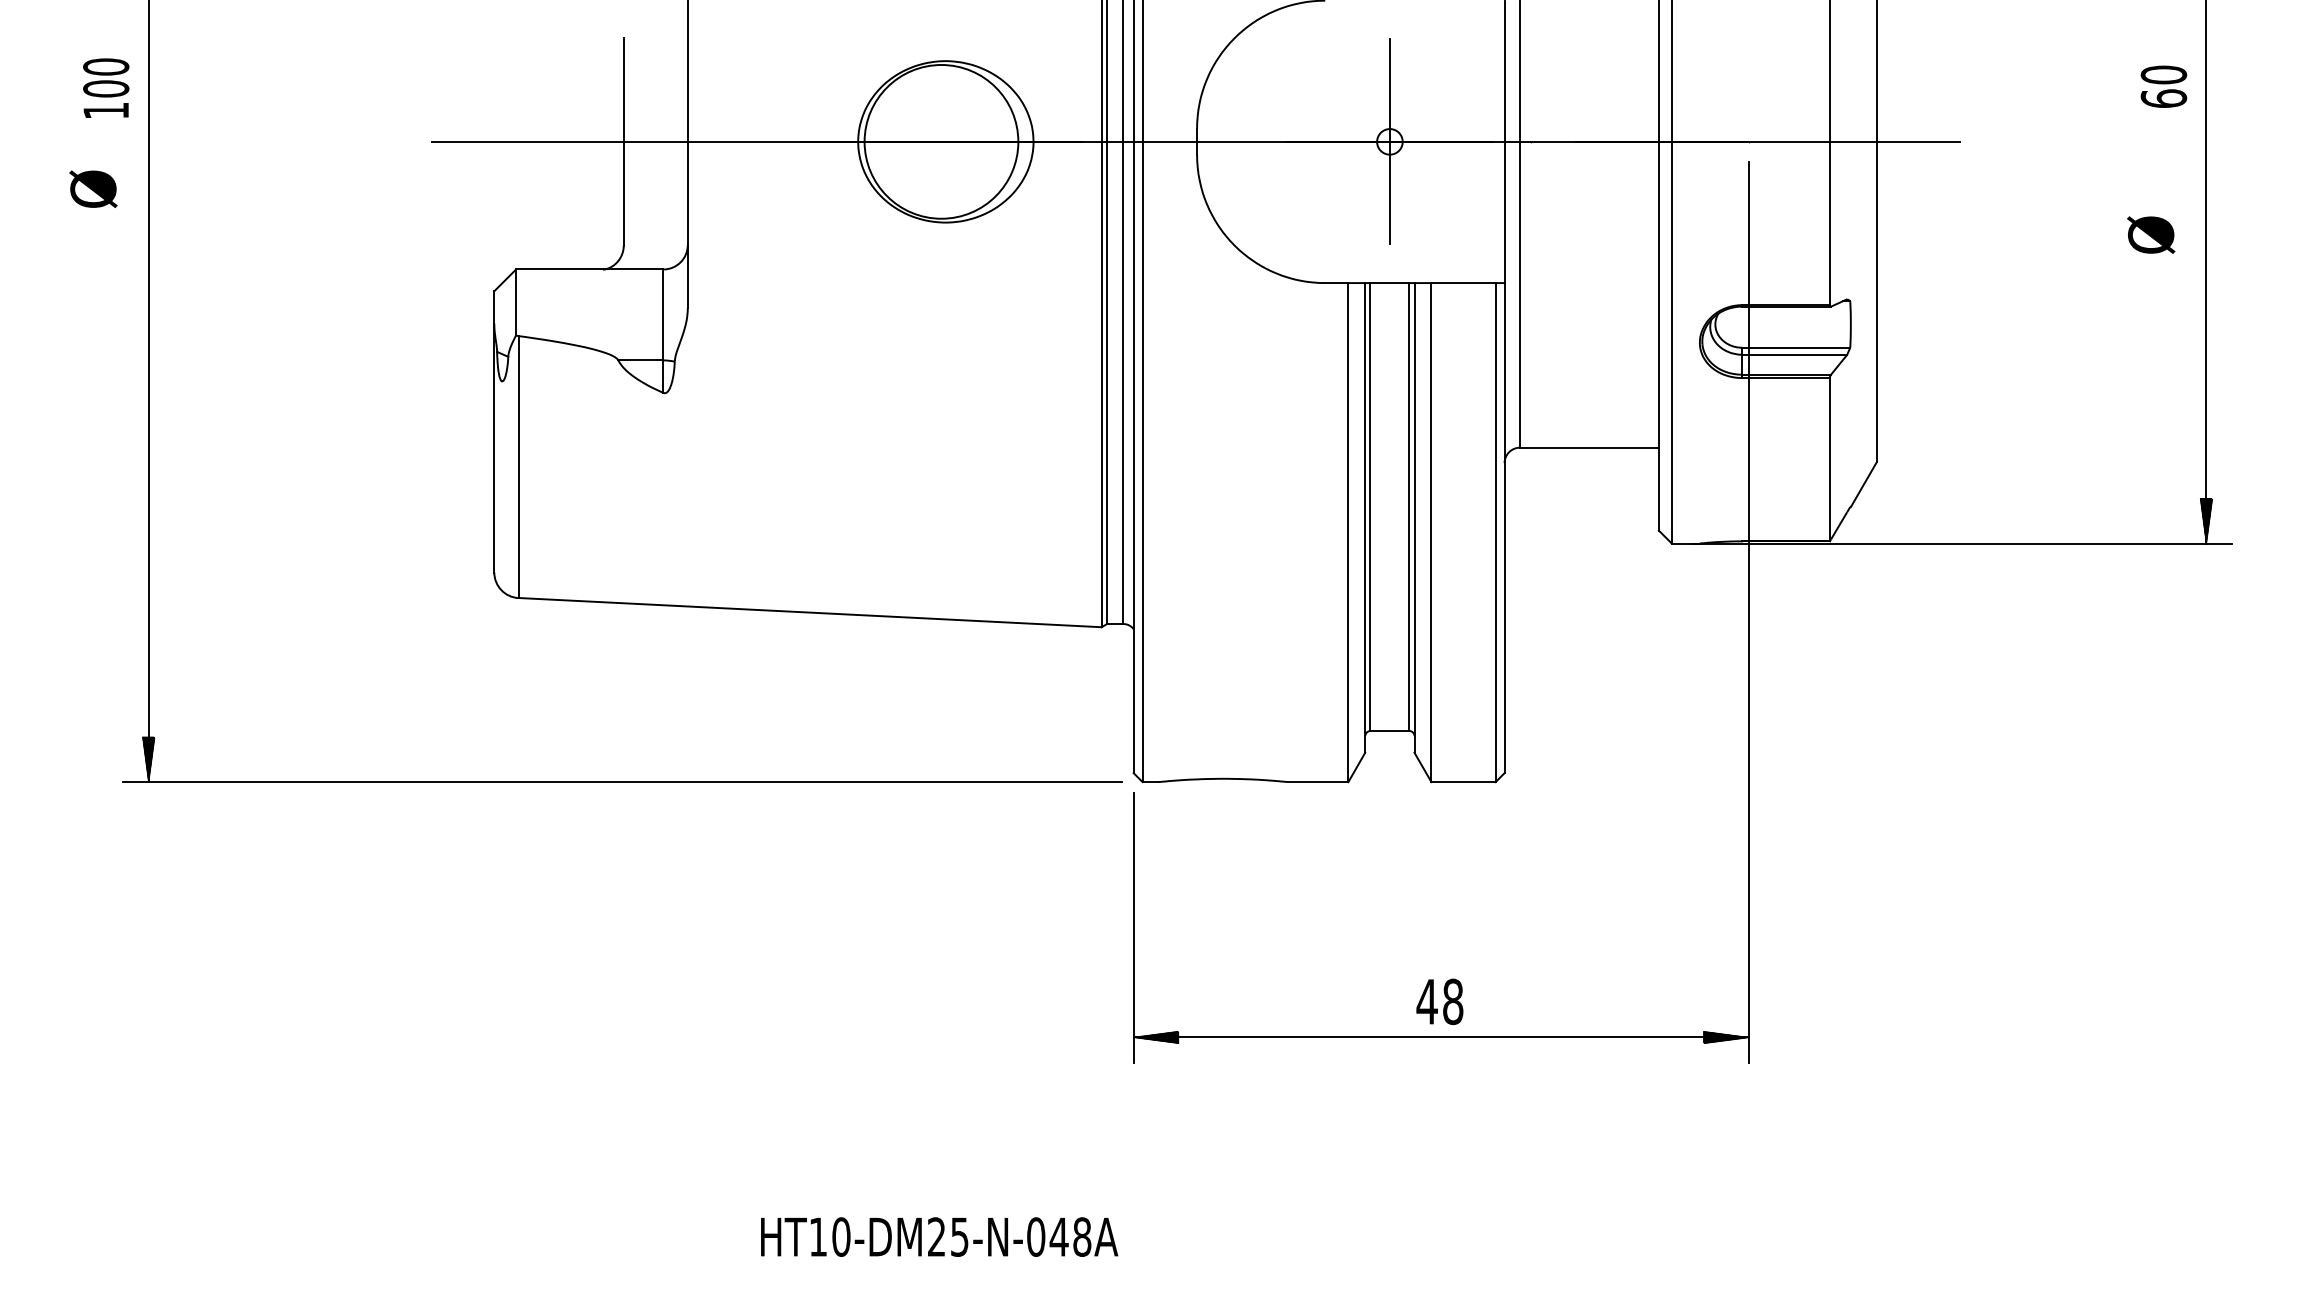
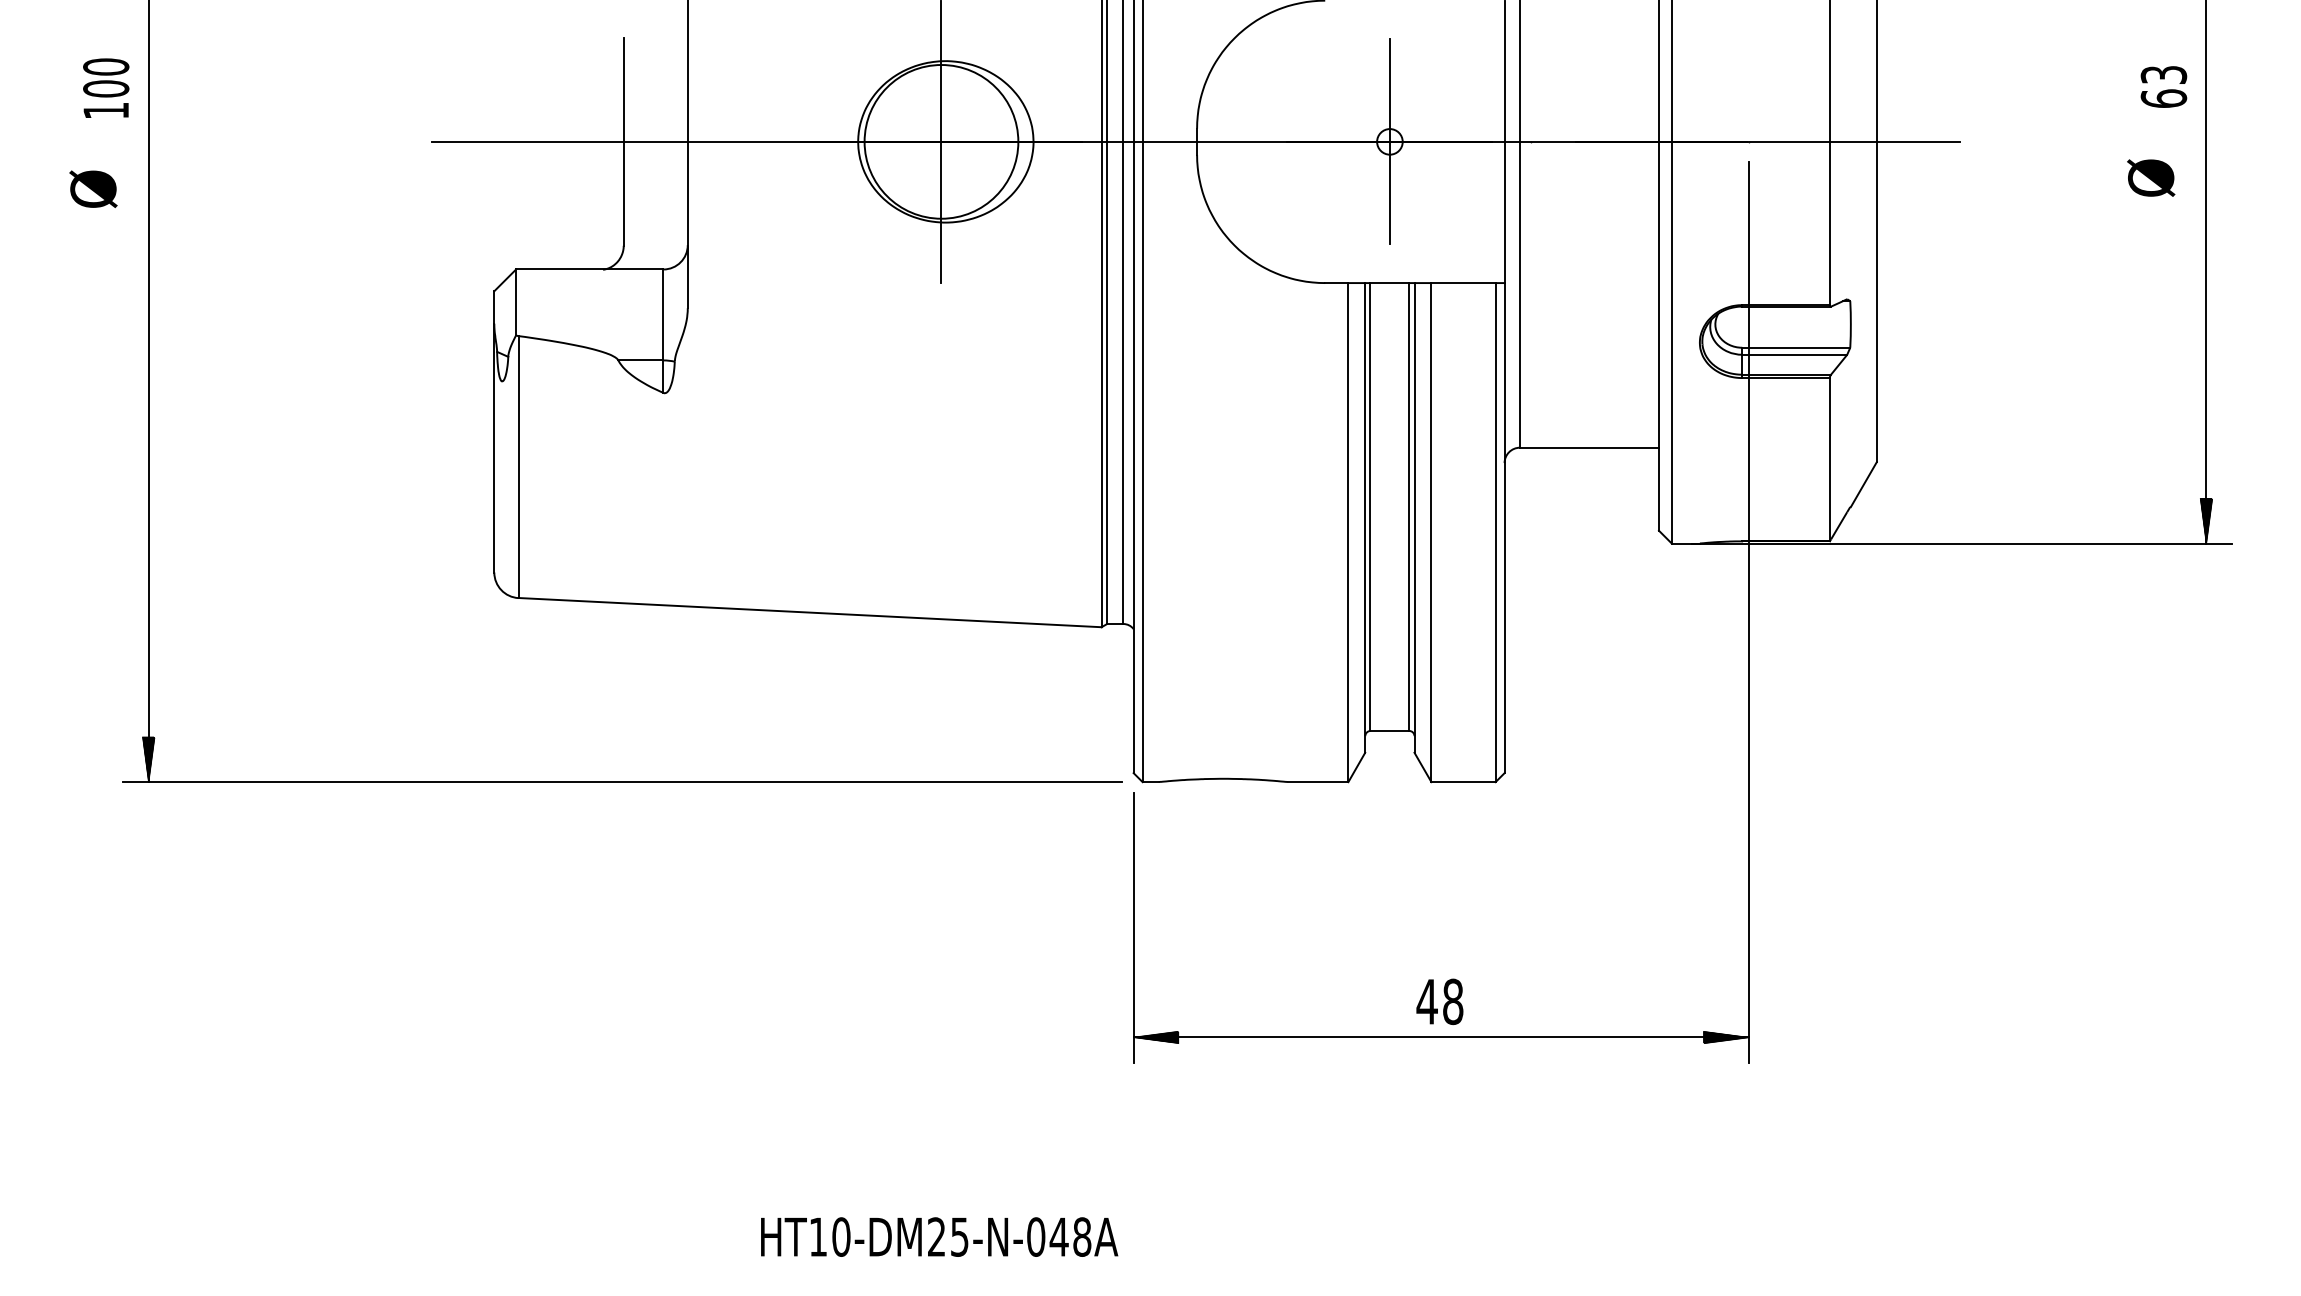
text at (2163, 74): 60 -> 63
line at (941, 142): none -> present
text at (2151, 234) position: (2151, 234) -> (2151, 177)
